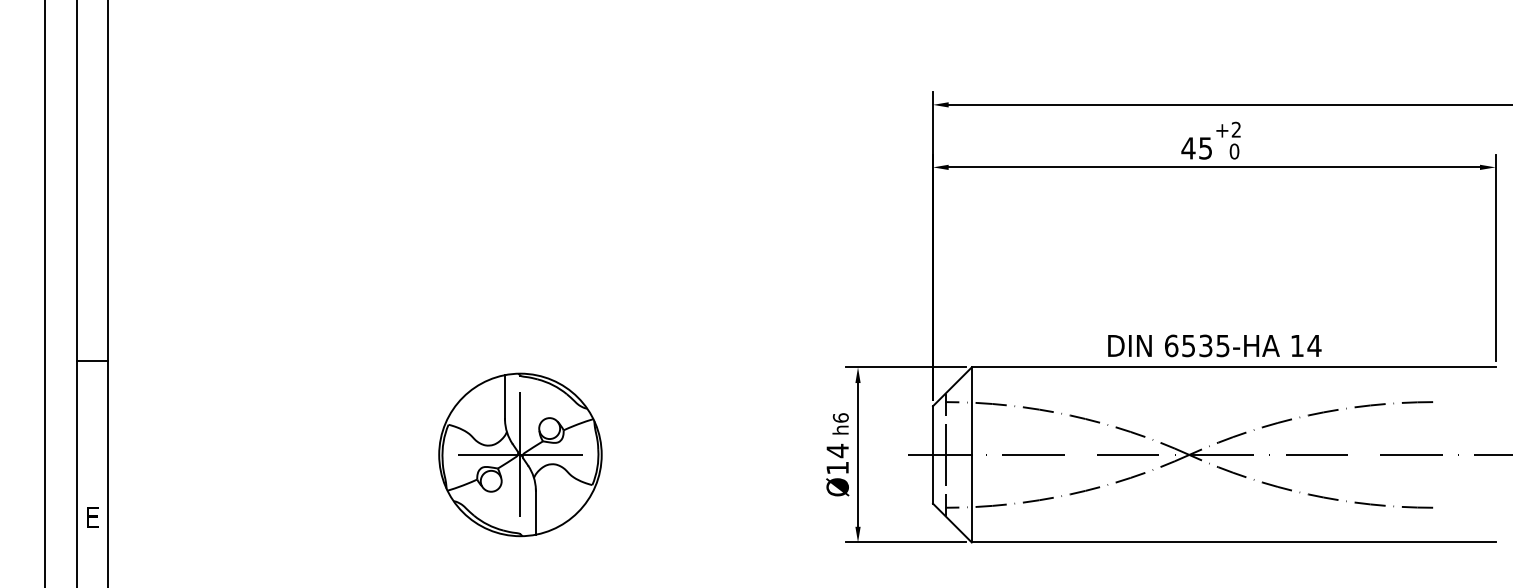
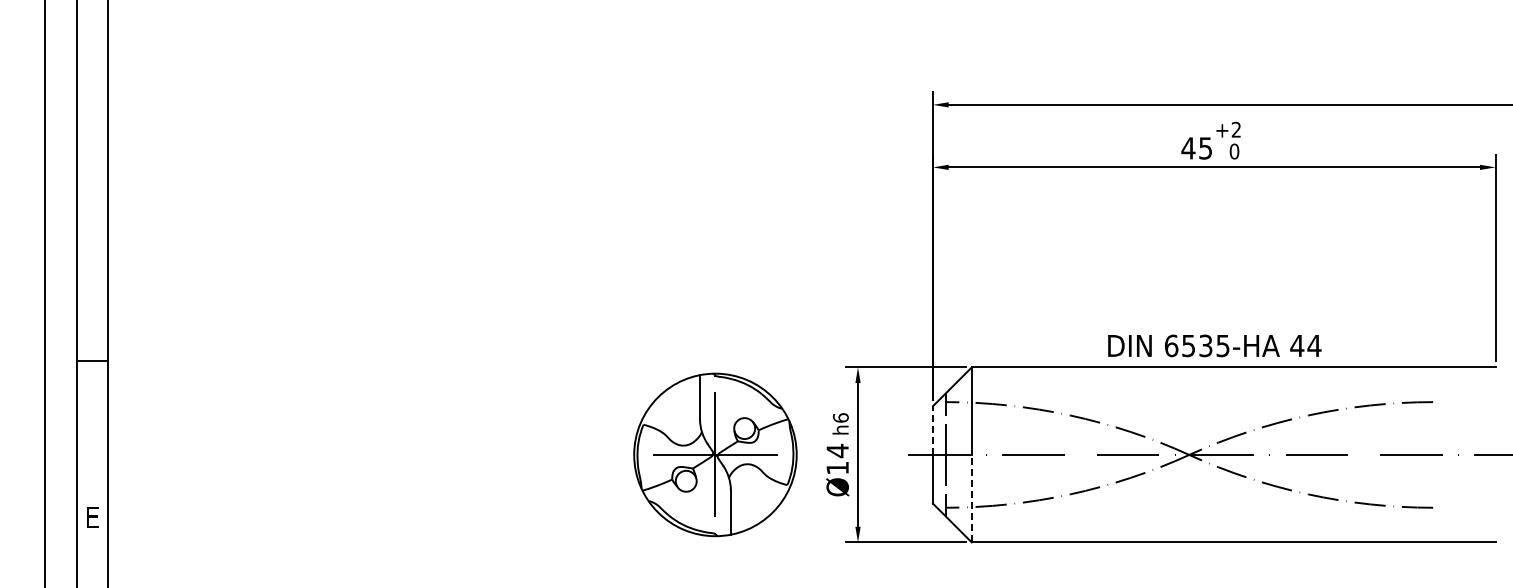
text at (1297, 345): 14 -> 44
line at (933, 430): solid -> dashed
part at (520, 454) position: (520, 454) -> (715, 454)
line at (971, 498): solid -> dashed
